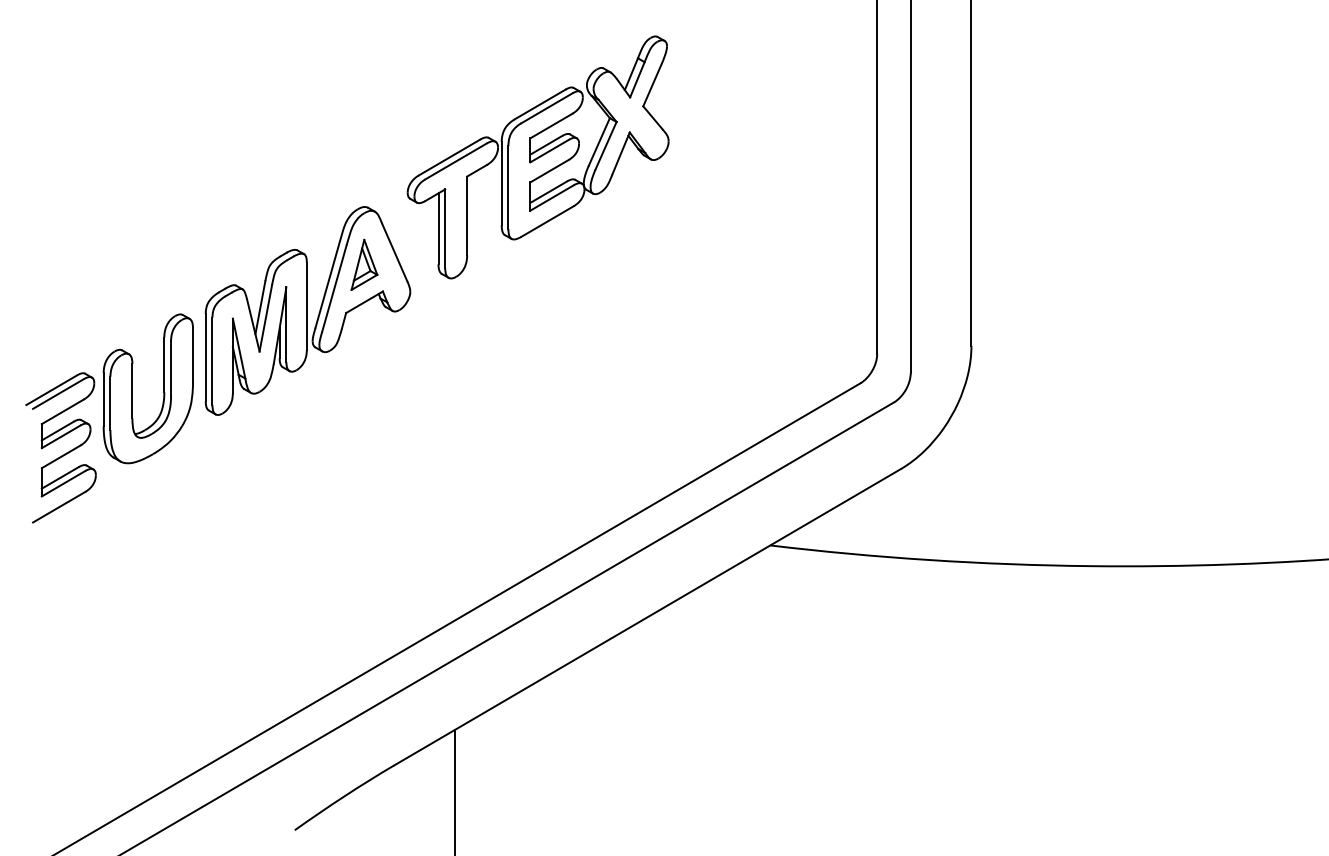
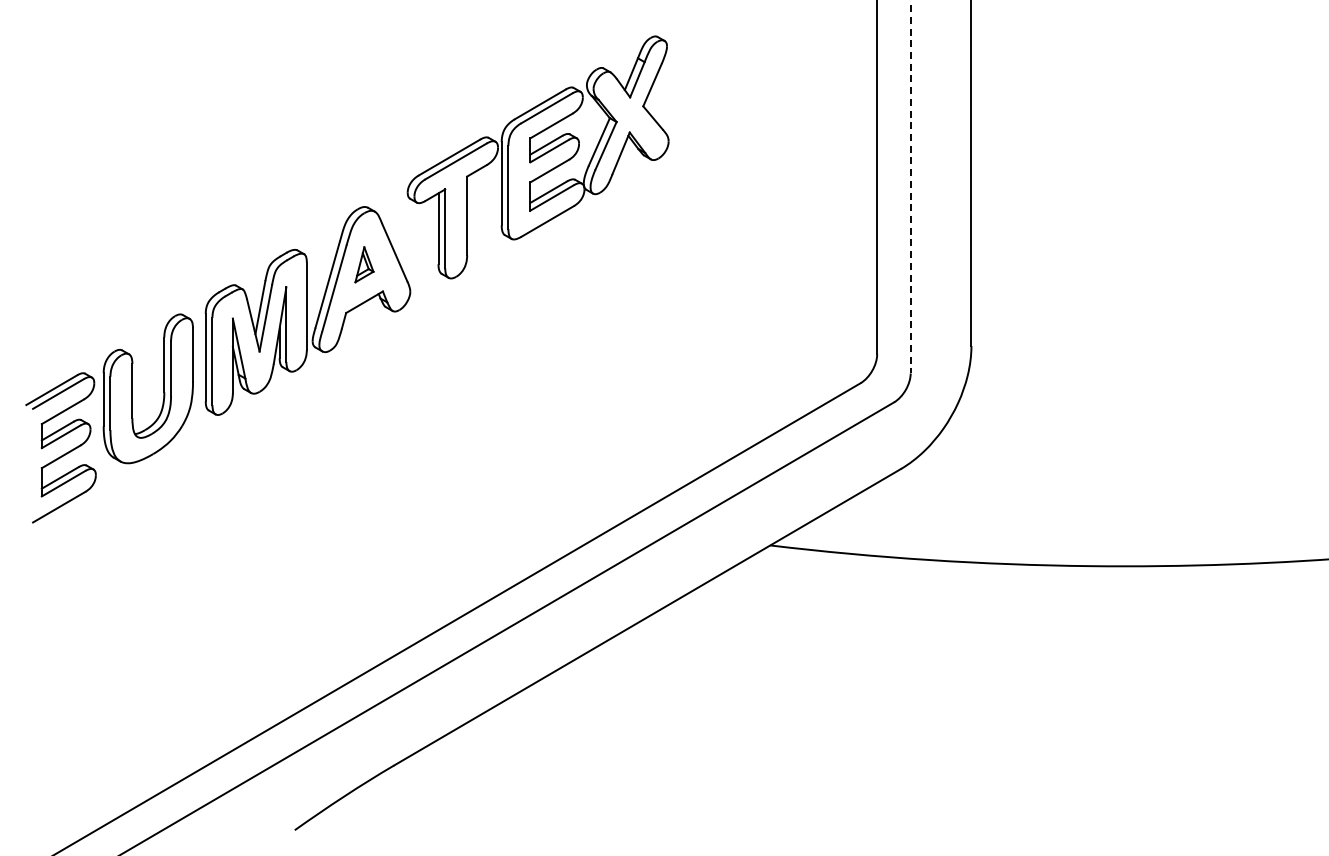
line at (910, 187): solid -> dashed
part at (364, 264) size: 29x53 px -> 21x38 px
line at (454, 790): present -> none
